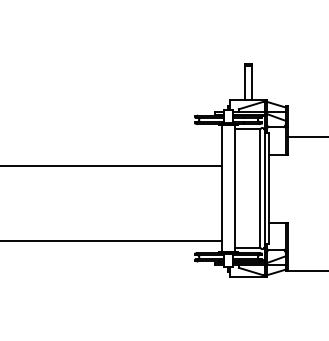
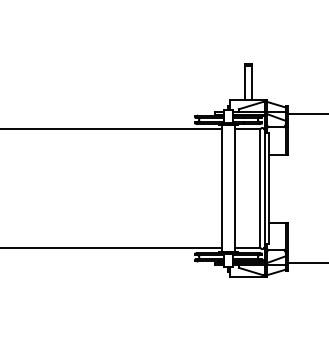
line at (306, 137) position: (306, 137) -> (306, 114)
line at (111, 166) position: (111, 166) -> (111, 129)
line at (111, 241) position: (111, 241) -> (111, 248)
line at (306, 270) position: (306, 270) -> (306, 262)
